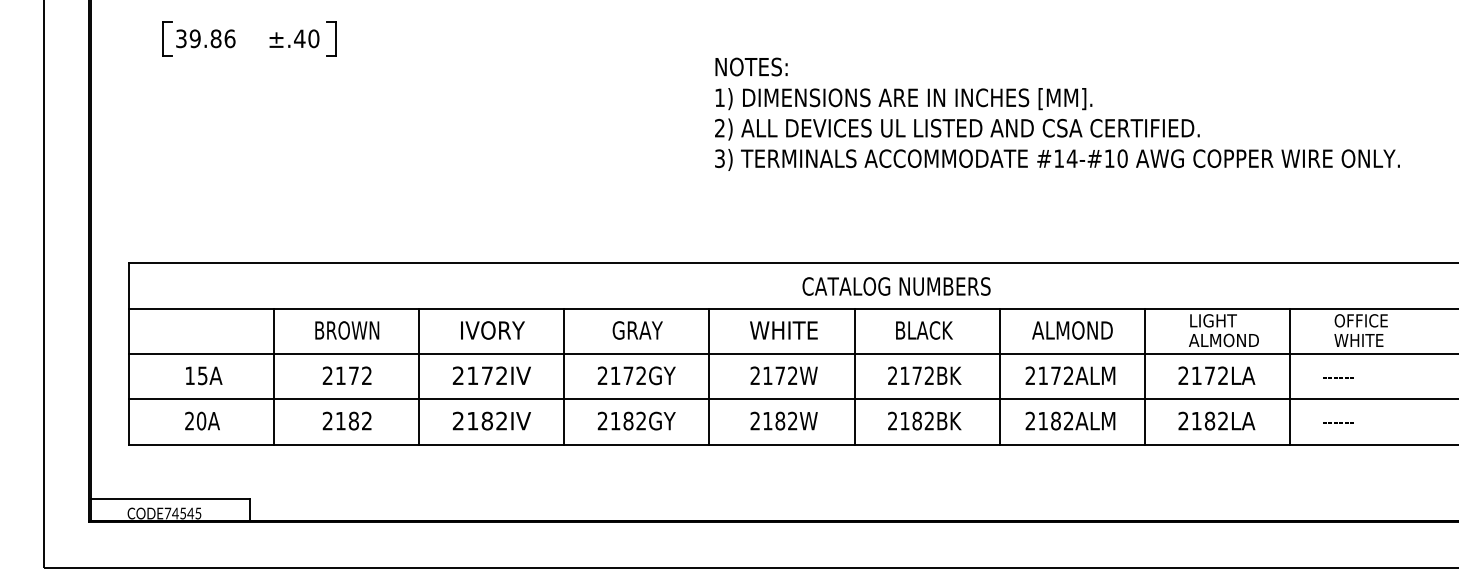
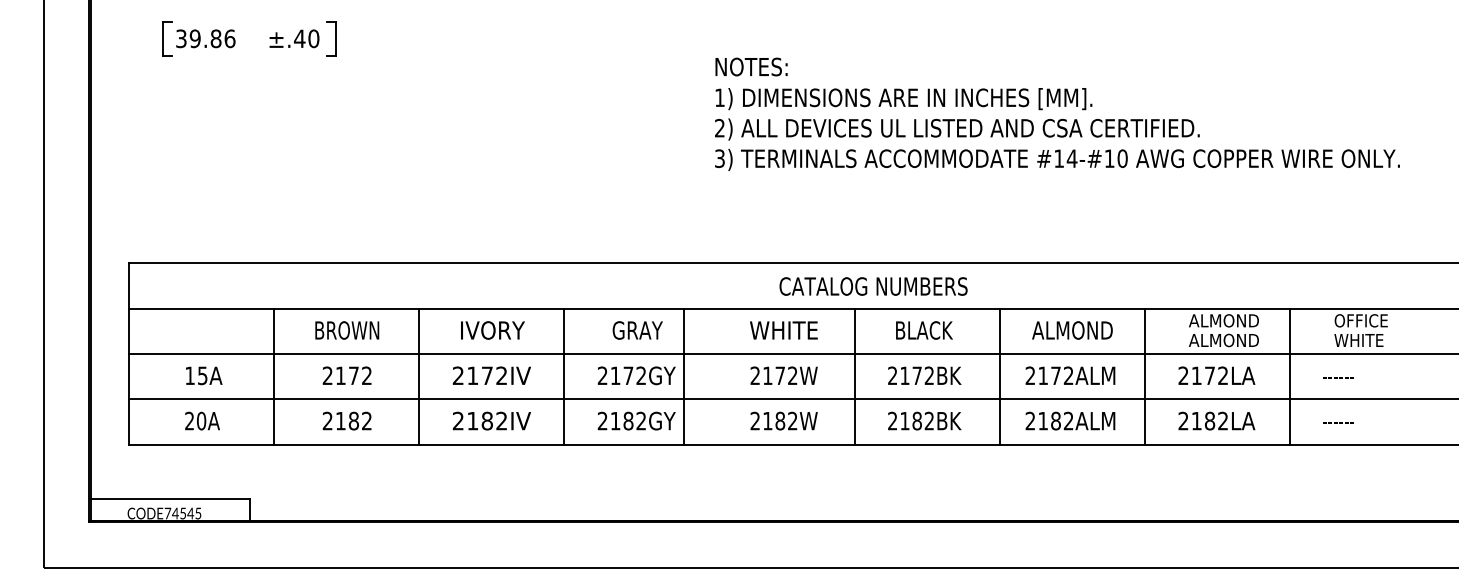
text at (896, 286) position: (896, 286) -> (873, 286)
text at (1223, 320): LIGHT -> ALMOND
line at (709, 376) position: (709, 376) -> (684, 376)
